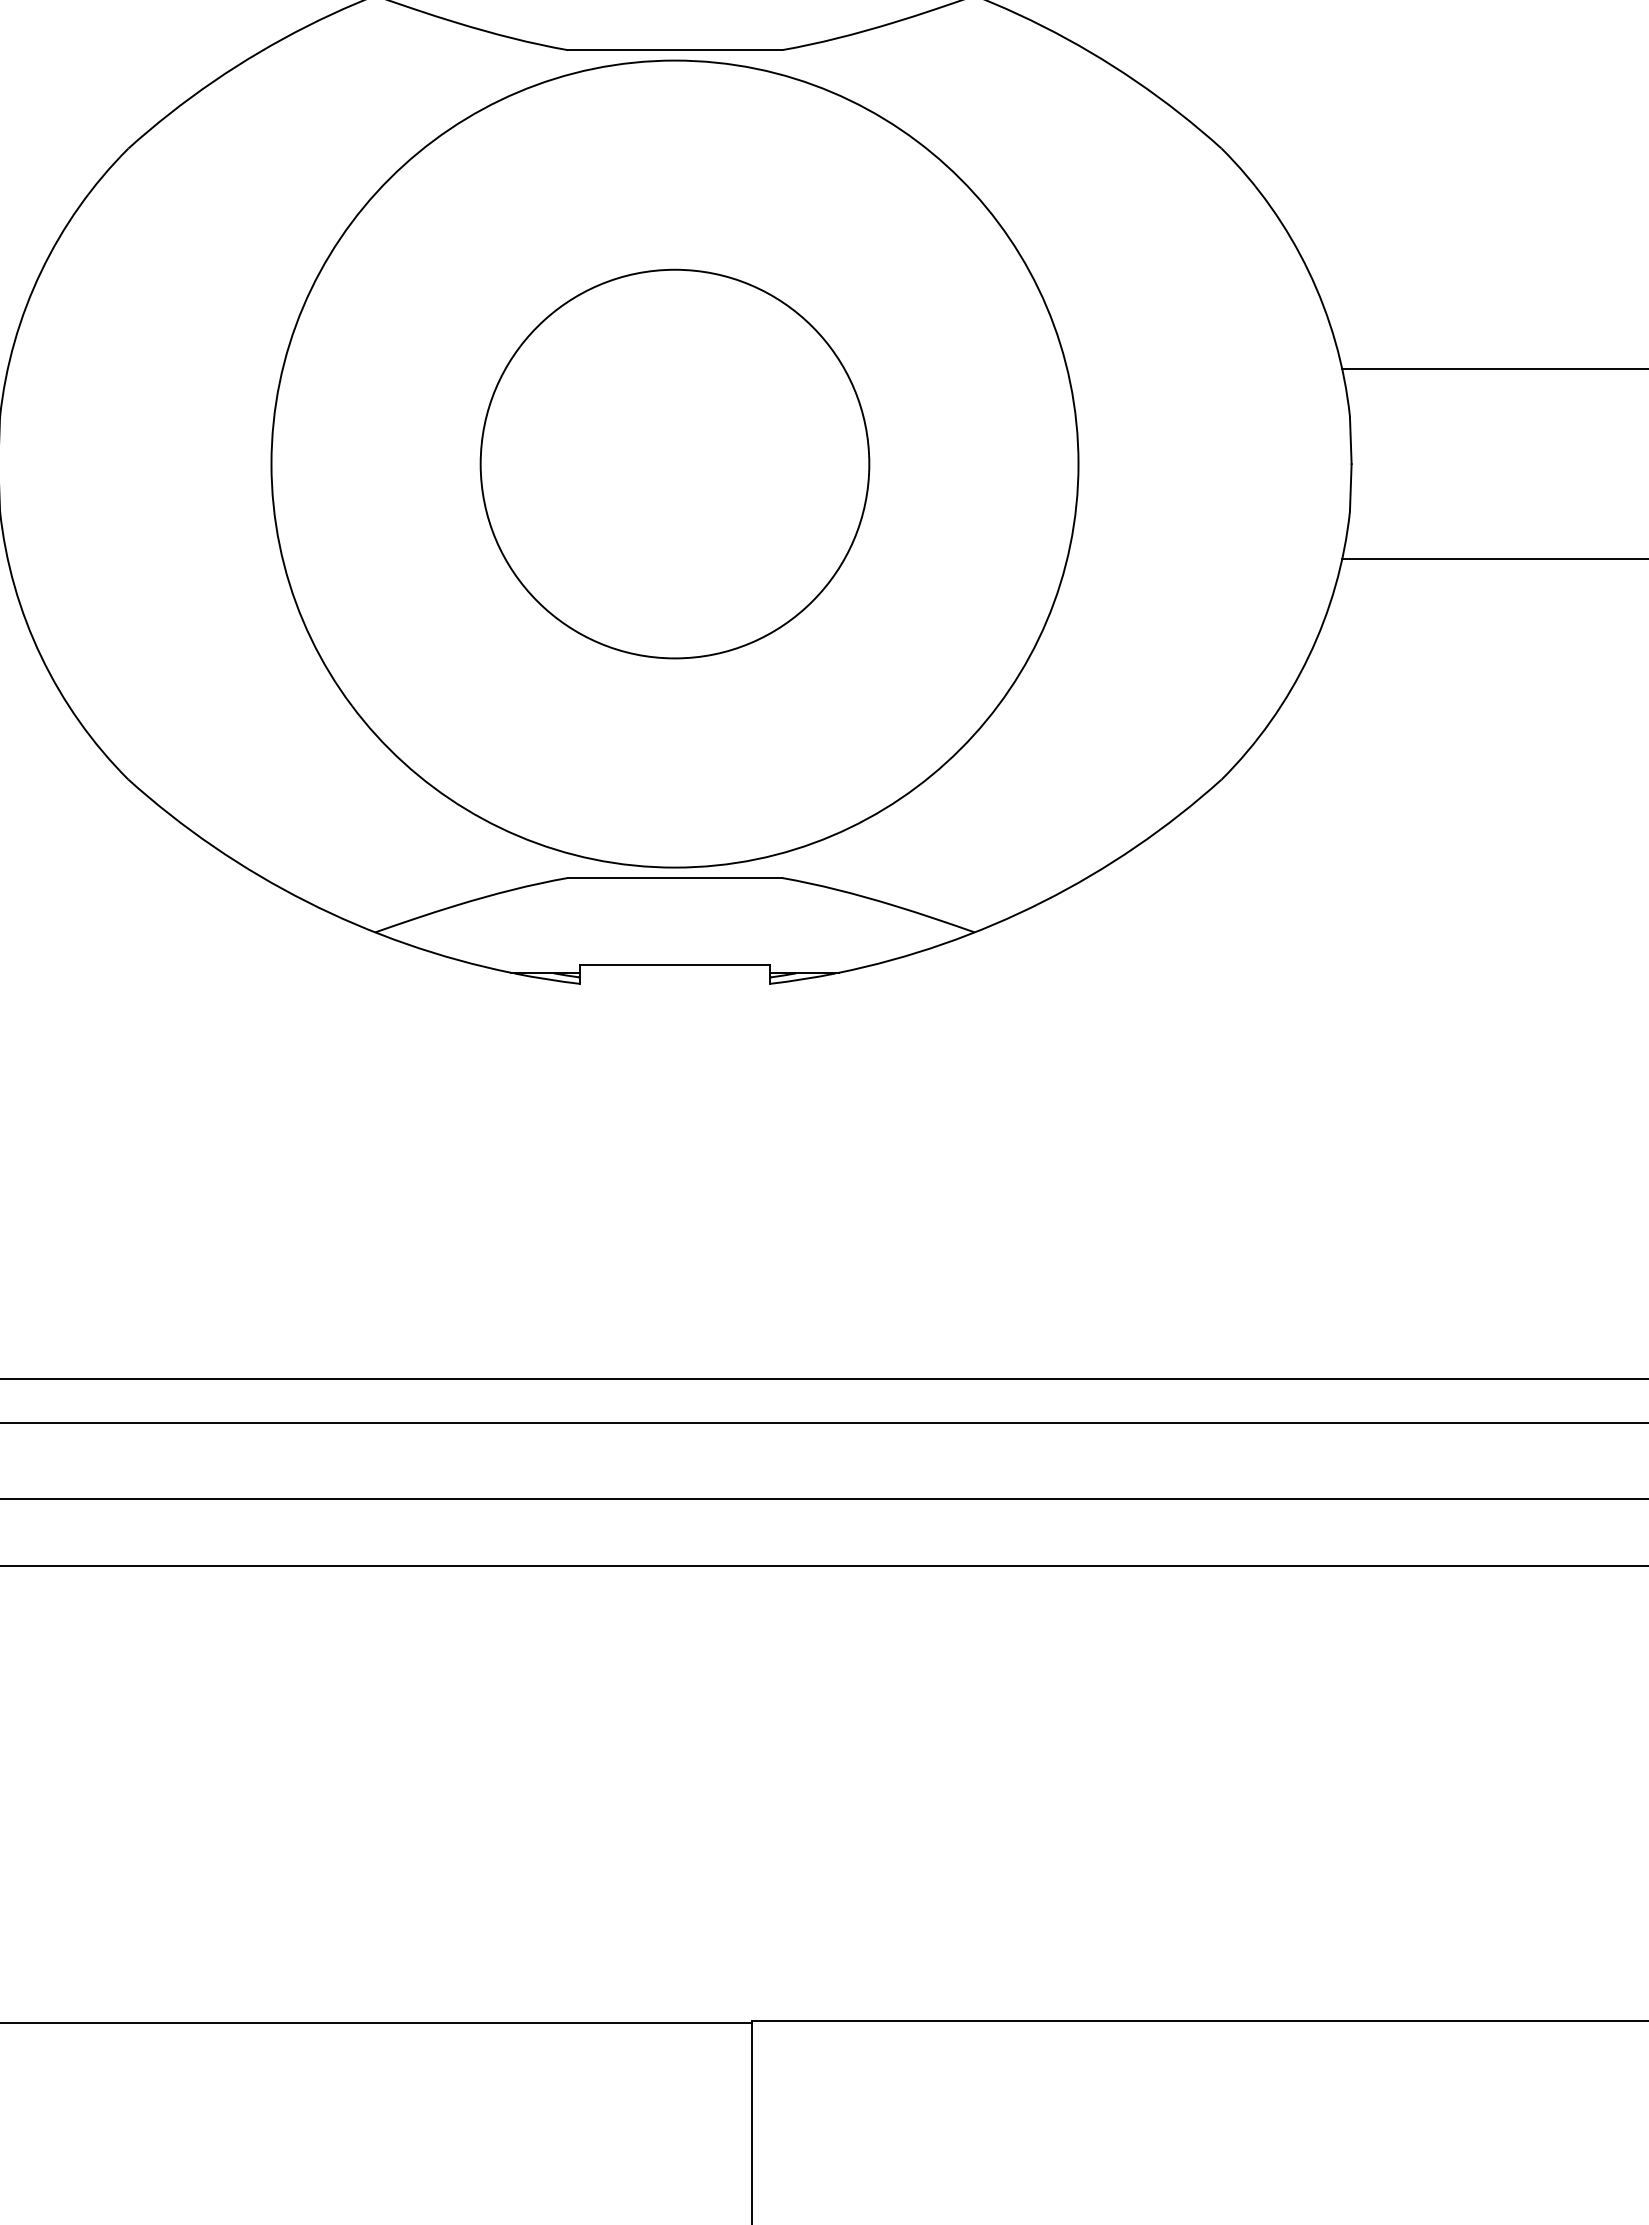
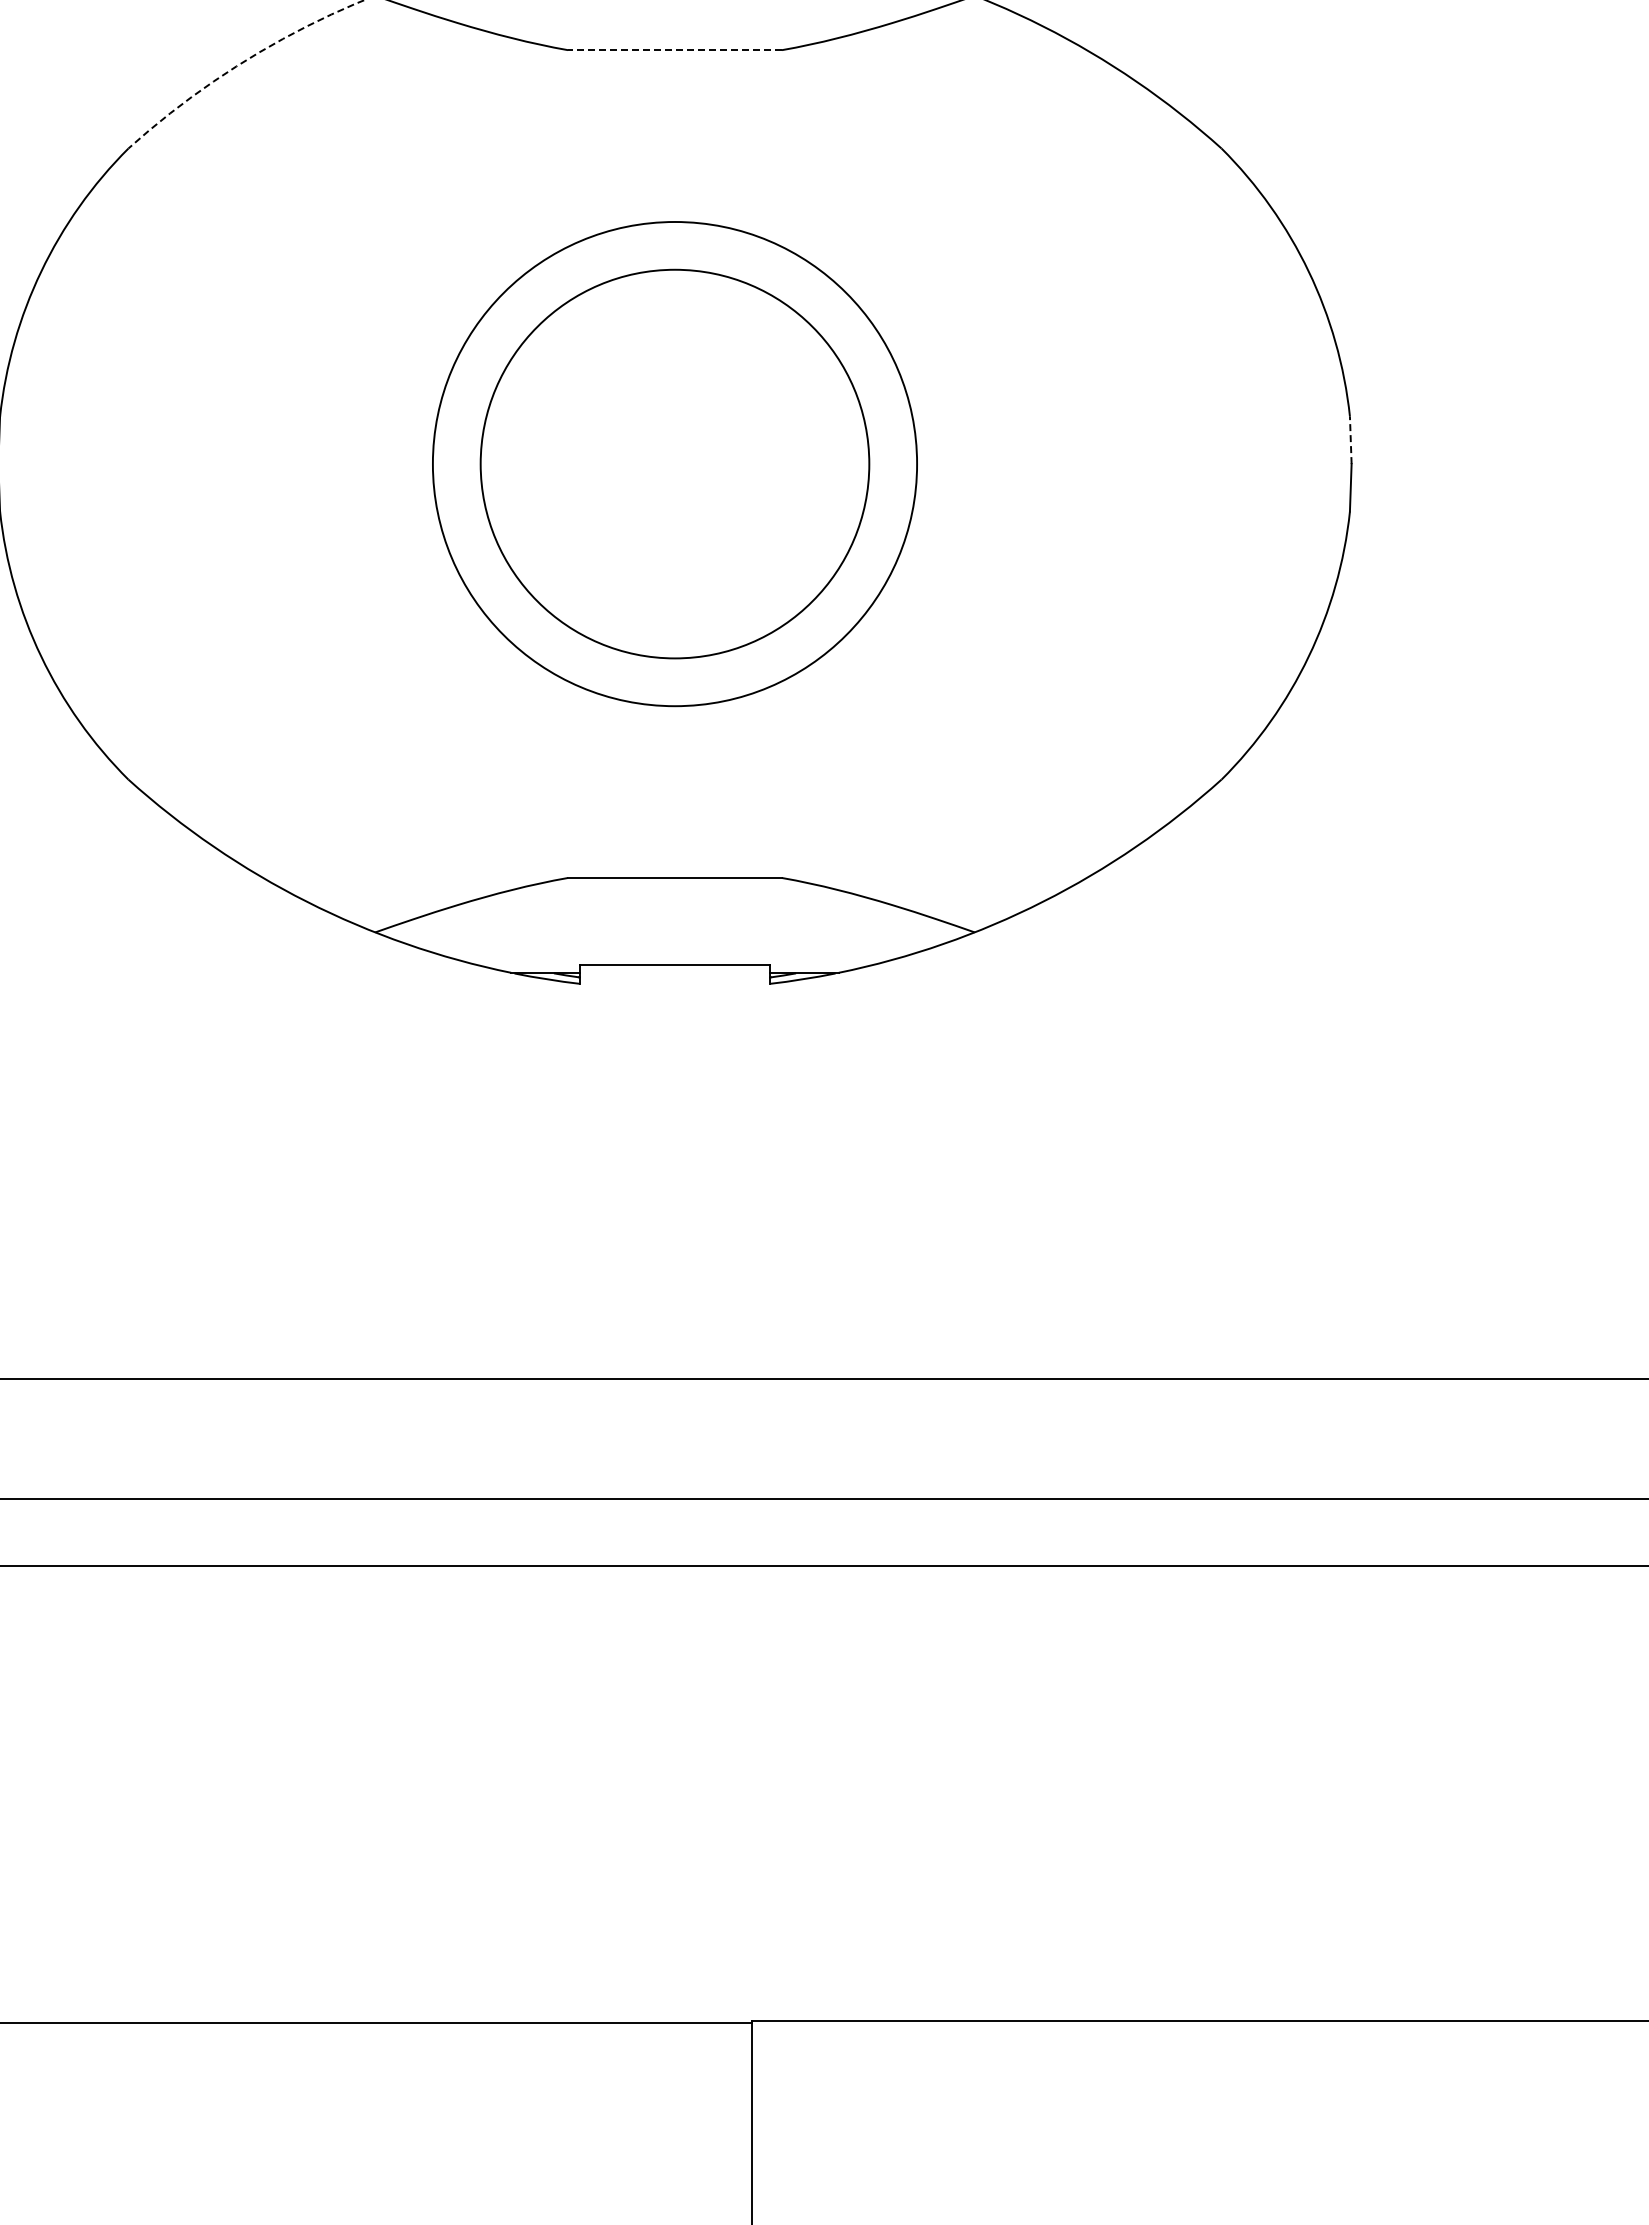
line at (675, 50): solid -> dashed
arc at (240, 63): solid -> dashed
line at (1493, 369): present -> none
line at (1350, 440): solid -> dashed
circle at (674, 463) diameter: 807 px -> 484 px
line at (1493, 559): present -> none
line at (823, 1422): present -> none
